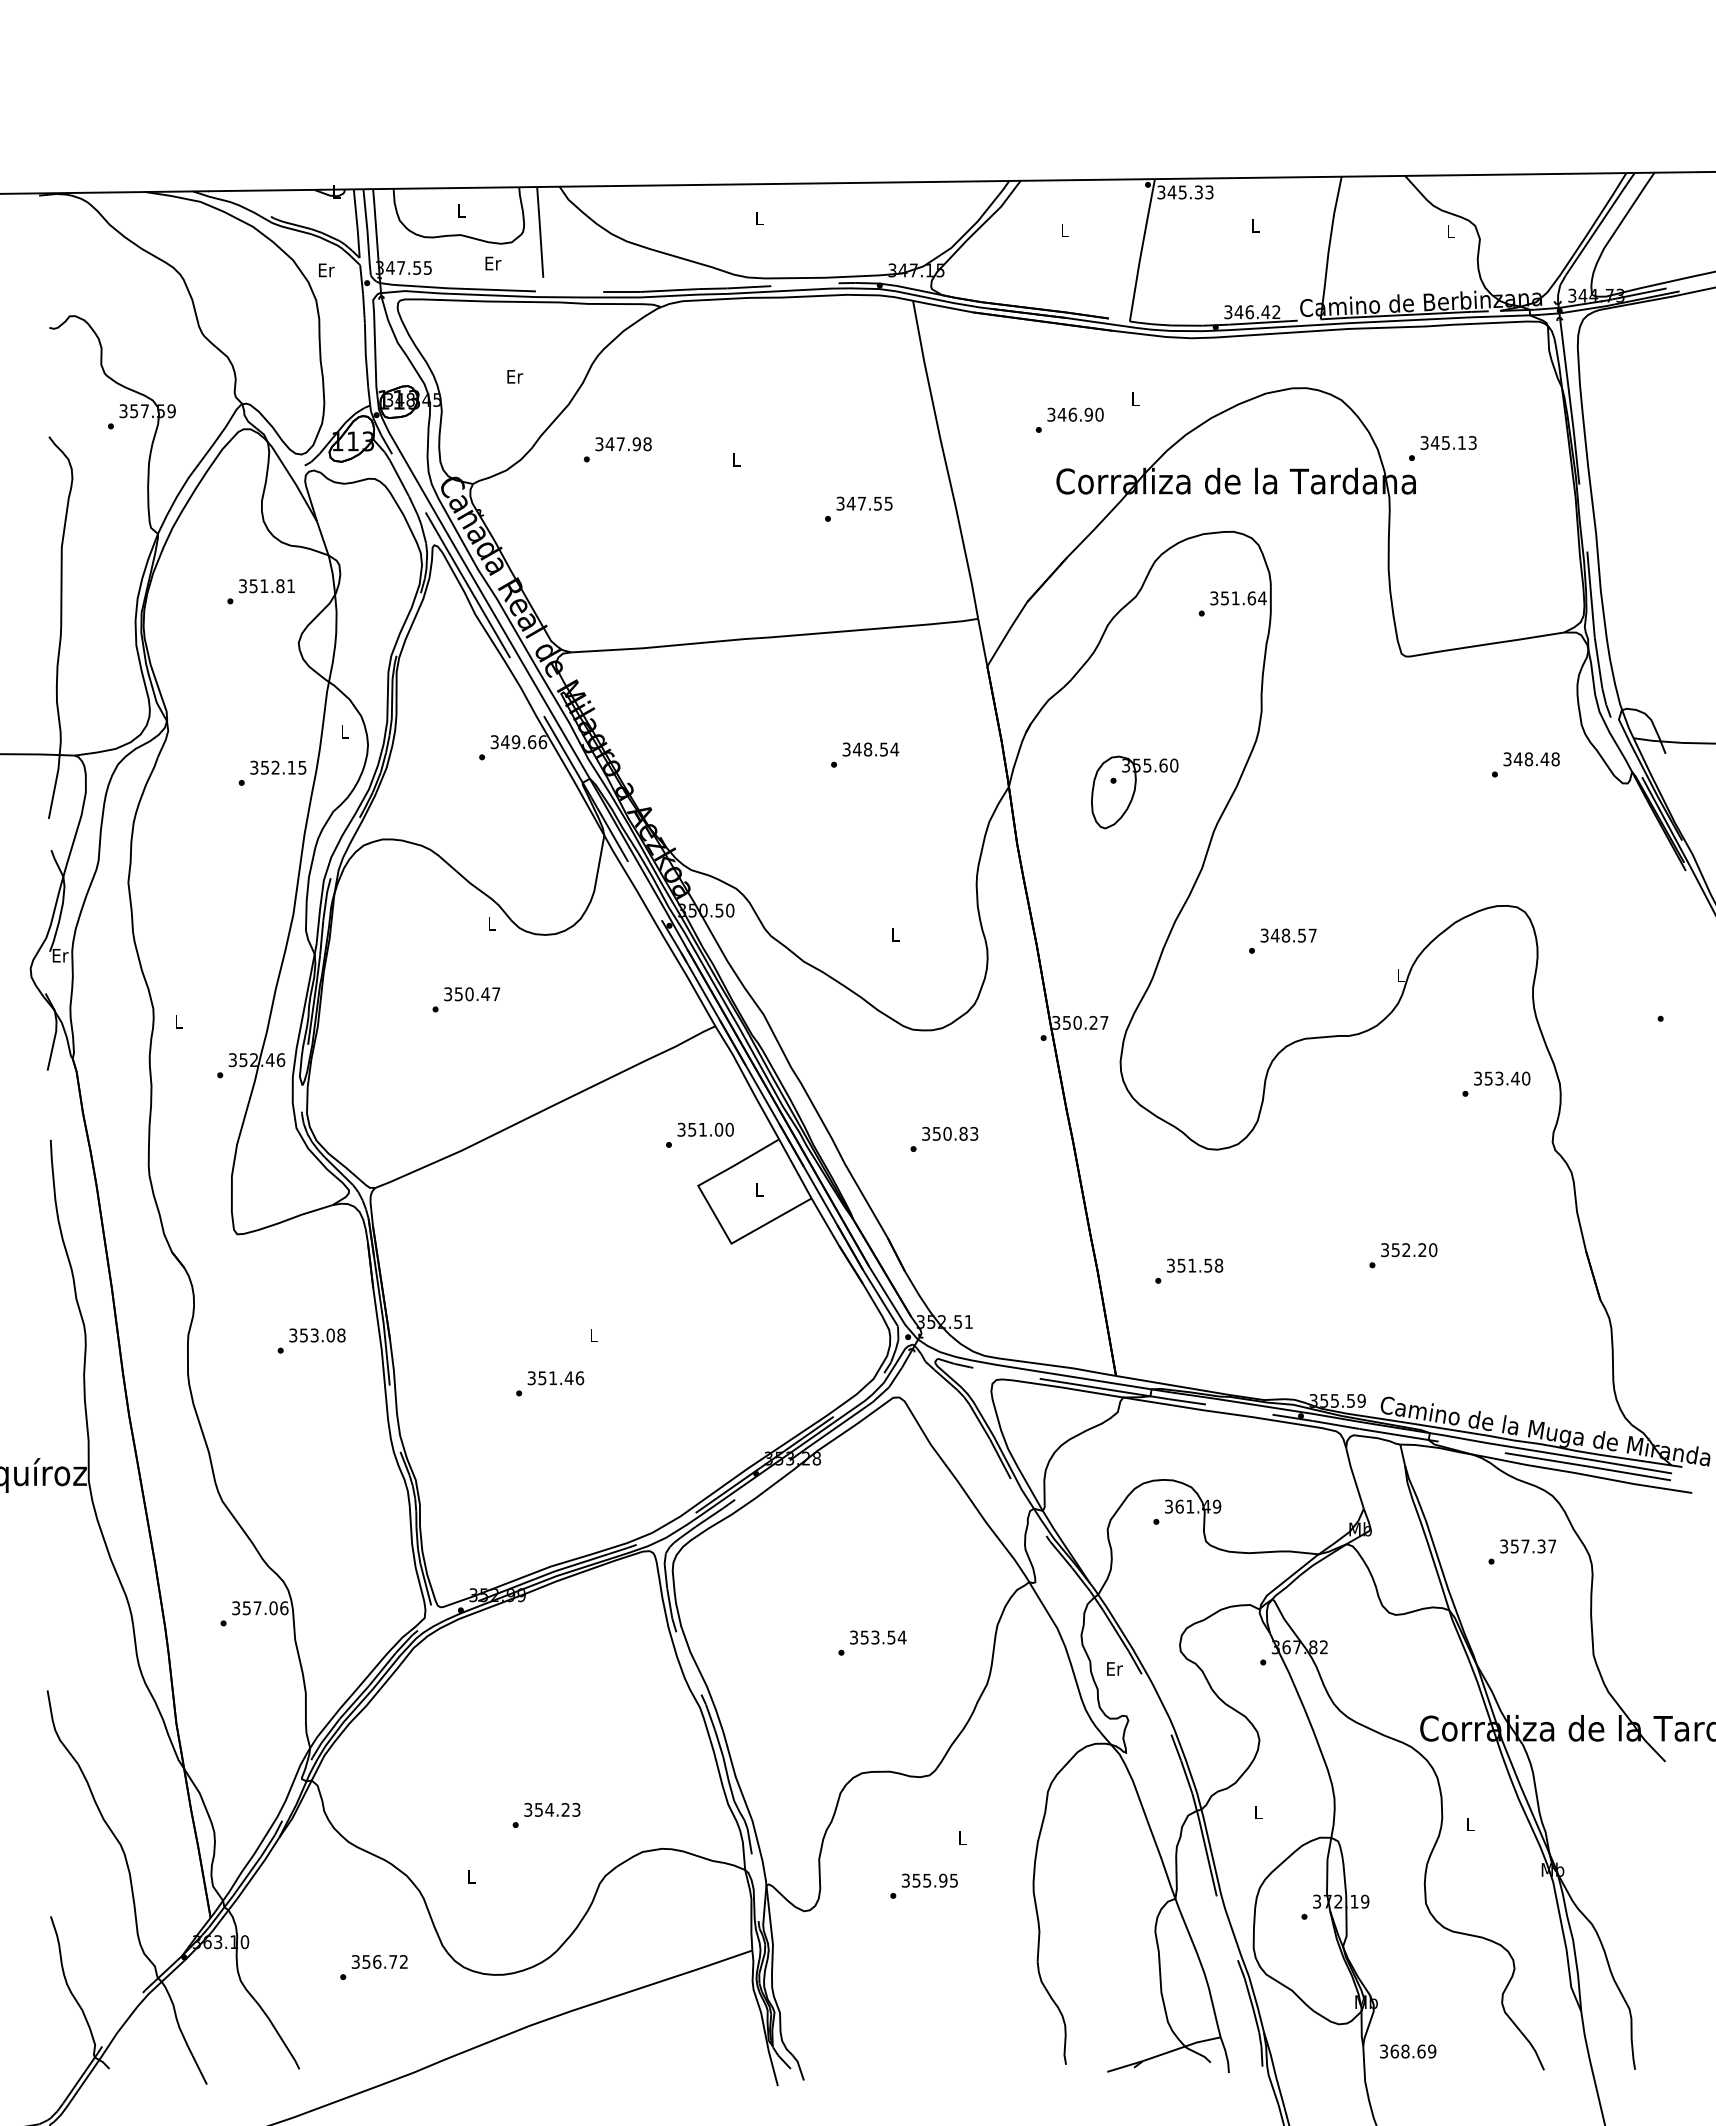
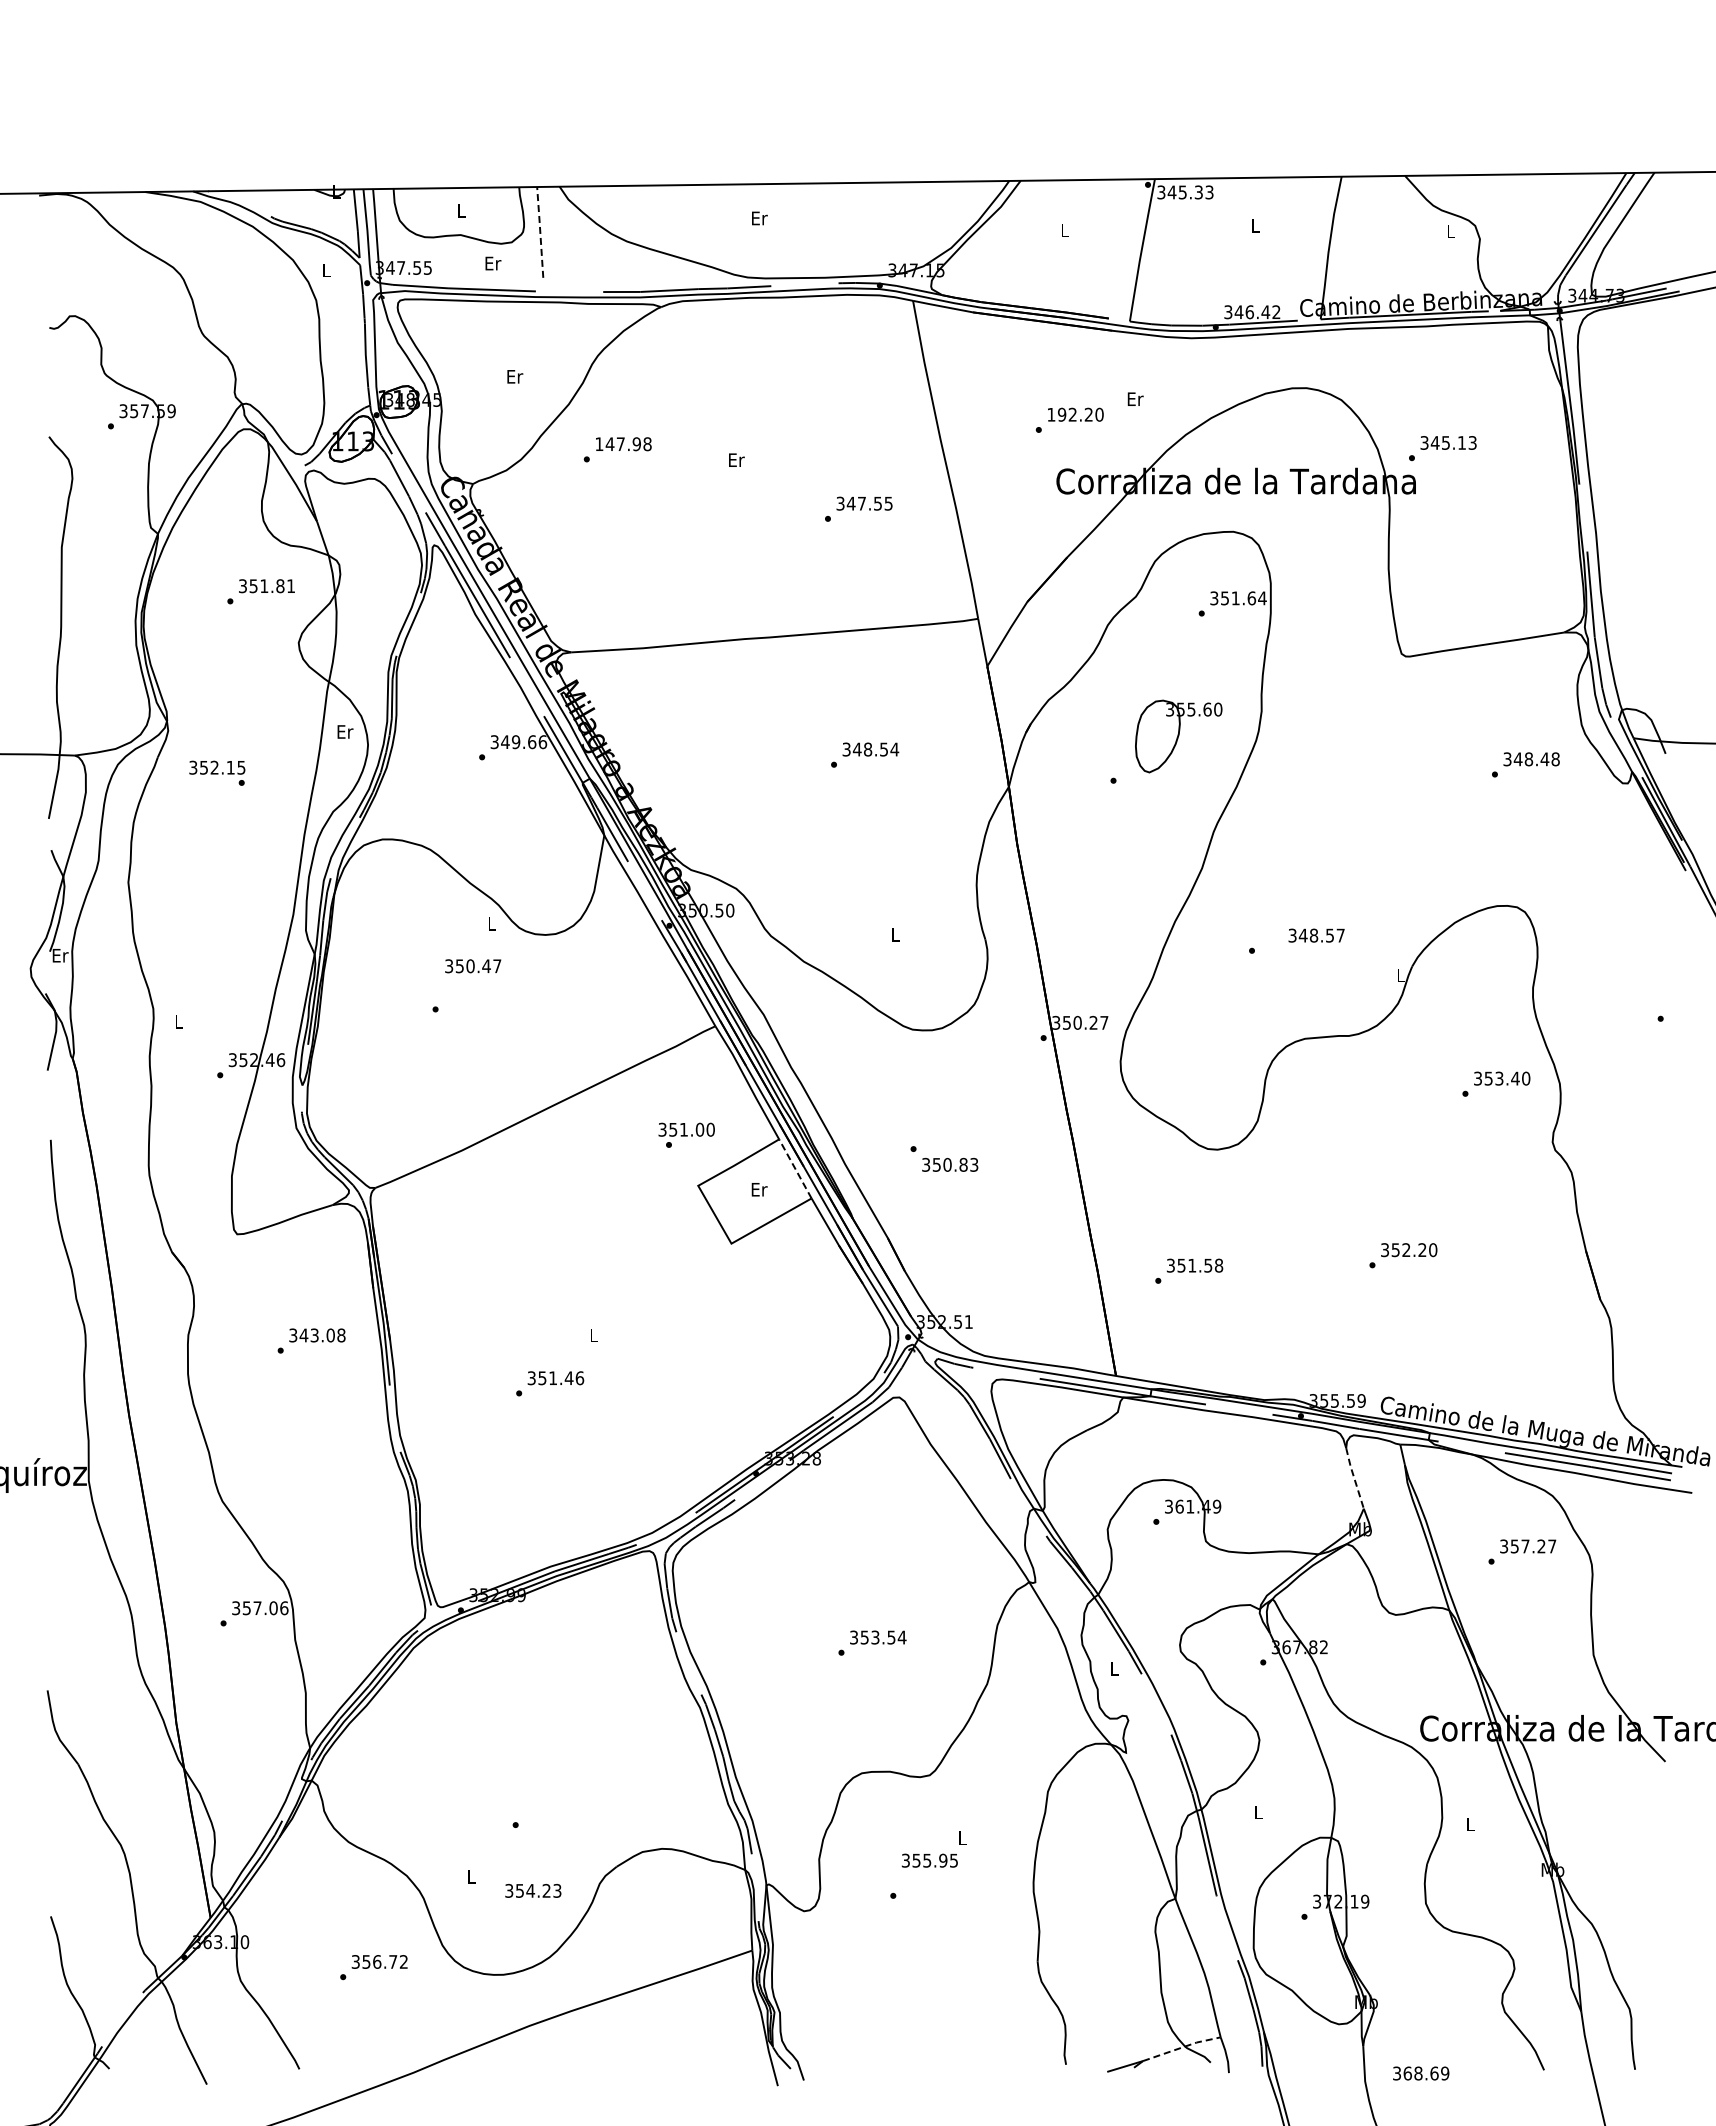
text at (759, 218): L -> Er
line at (540, 231): solid -> dashed
text at (326, 270): Er -> L
text at (1135, 398): L -> Er
text at (1069, 414): 346.90 -> 192.20
text at (599, 444): 347.98 -> 147.98
text at (736, 459): L -> Er
text at (345, 731): L -> Er
text at (278, 767) position: (278, 767) -> (217, 767)
part at (1134, 792) position: (1134, 792) -> (1178, 736)
text at (1288, 935) position: (1288, 935) -> (1316, 935)
text at (472, 994) position: (472, 994) -> (473, 966)
text at (705, 1129) position: (705, 1129) -> (686, 1129)
text at (950, 1133) position: (950, 1133) -> (950, 1164)
line at (795, 1168): solid -> dashed
text at (759, 1189): L -> Er
text at (303, 1335): 353.08 -> 343.08
line at (1354, 1477): solid -> dashed
text at (1541, 1546): 357.37 -> 357.27
text at (1114, 1668): Er -> L
text at (552, 1809) position: (552, 1809) -> (533, 1890)
text at (929, 1880) position: (929, 1880) -> (929, 1860)
line at (1182, 2047): solid -> dashed
text at (1408, 2051) position: (1408, 2051) -> (1421, 2073)
